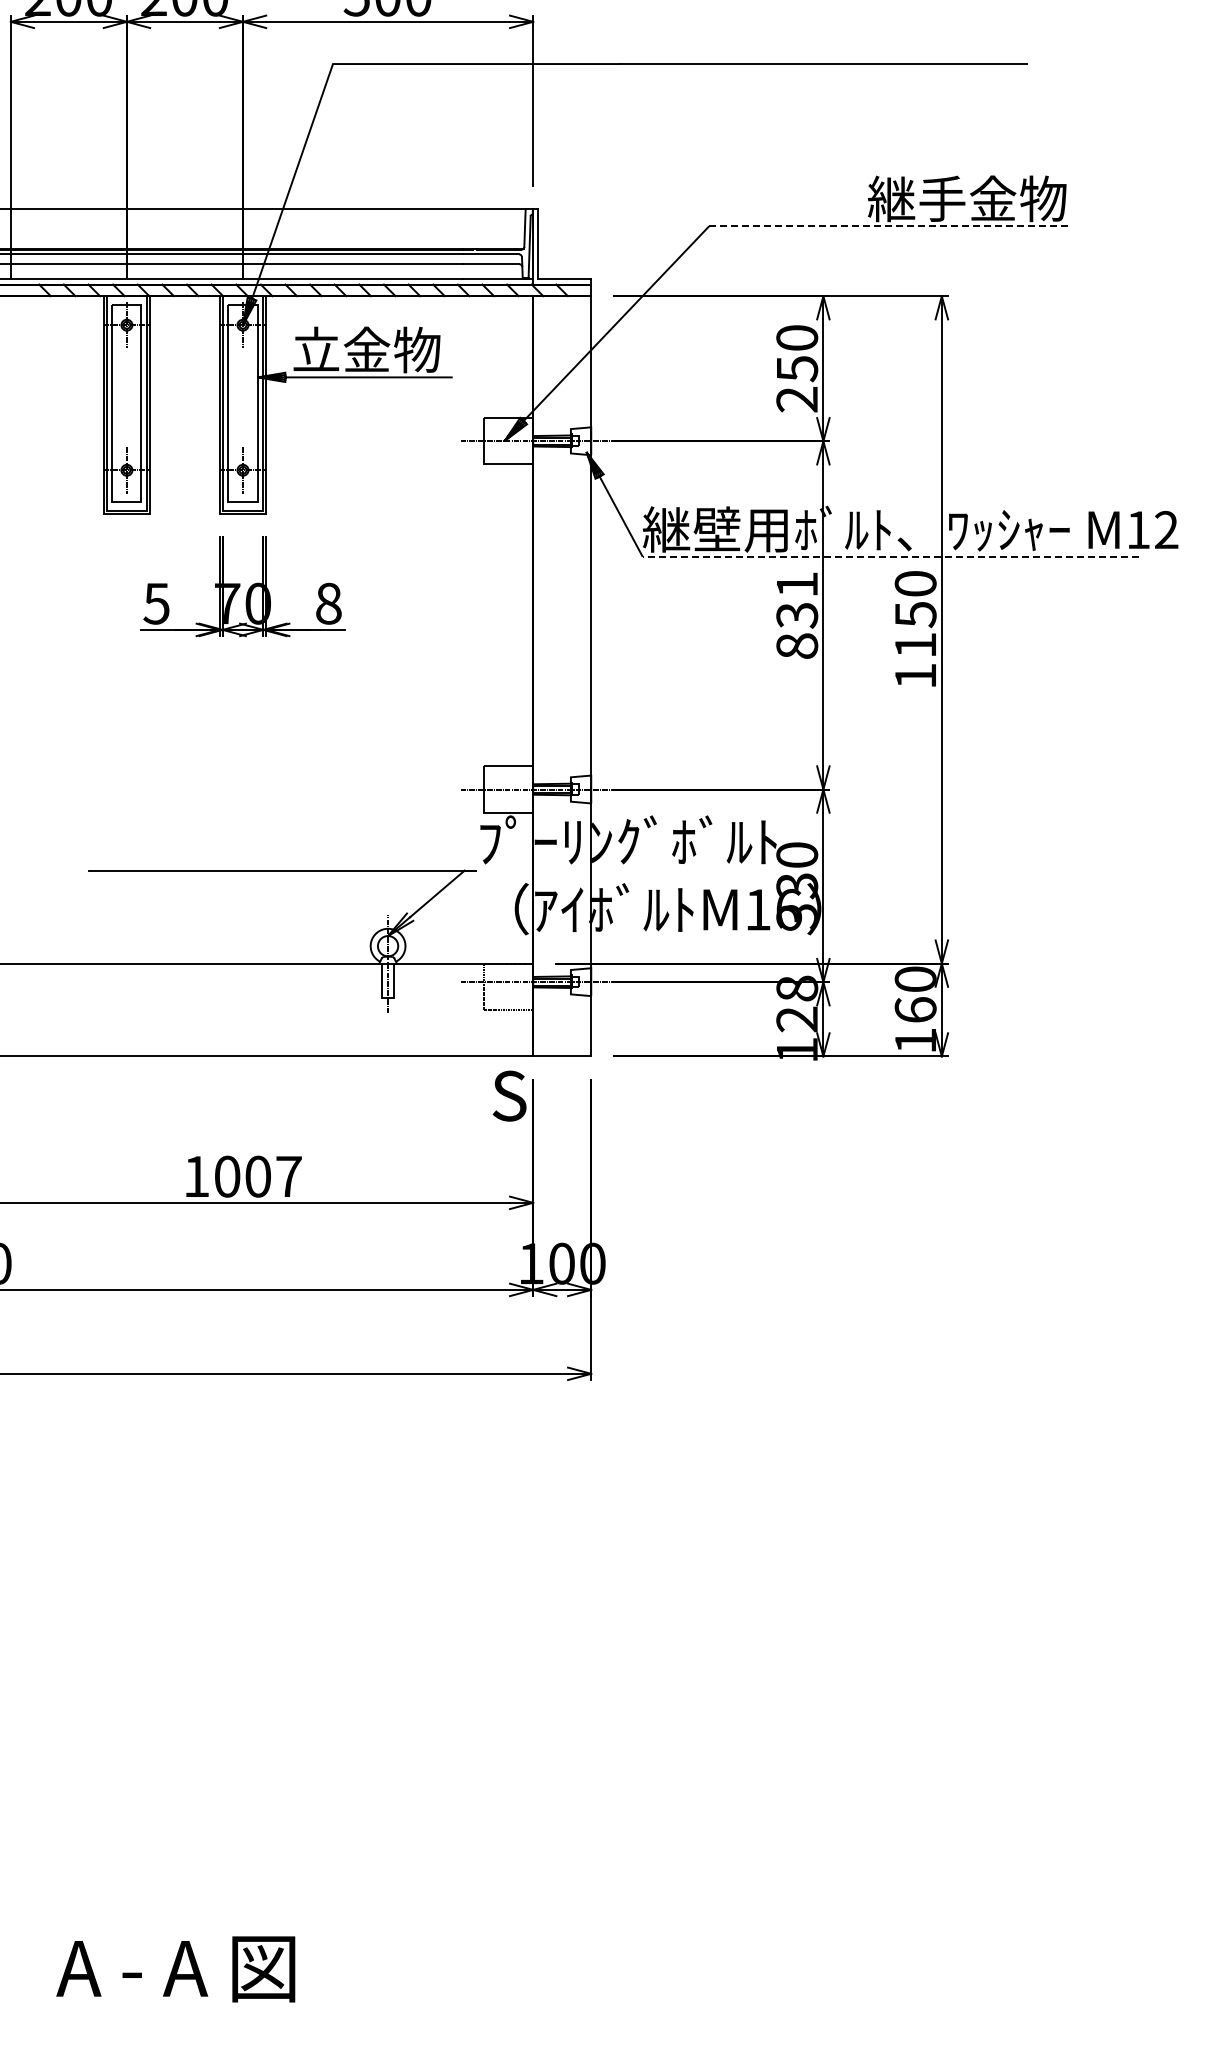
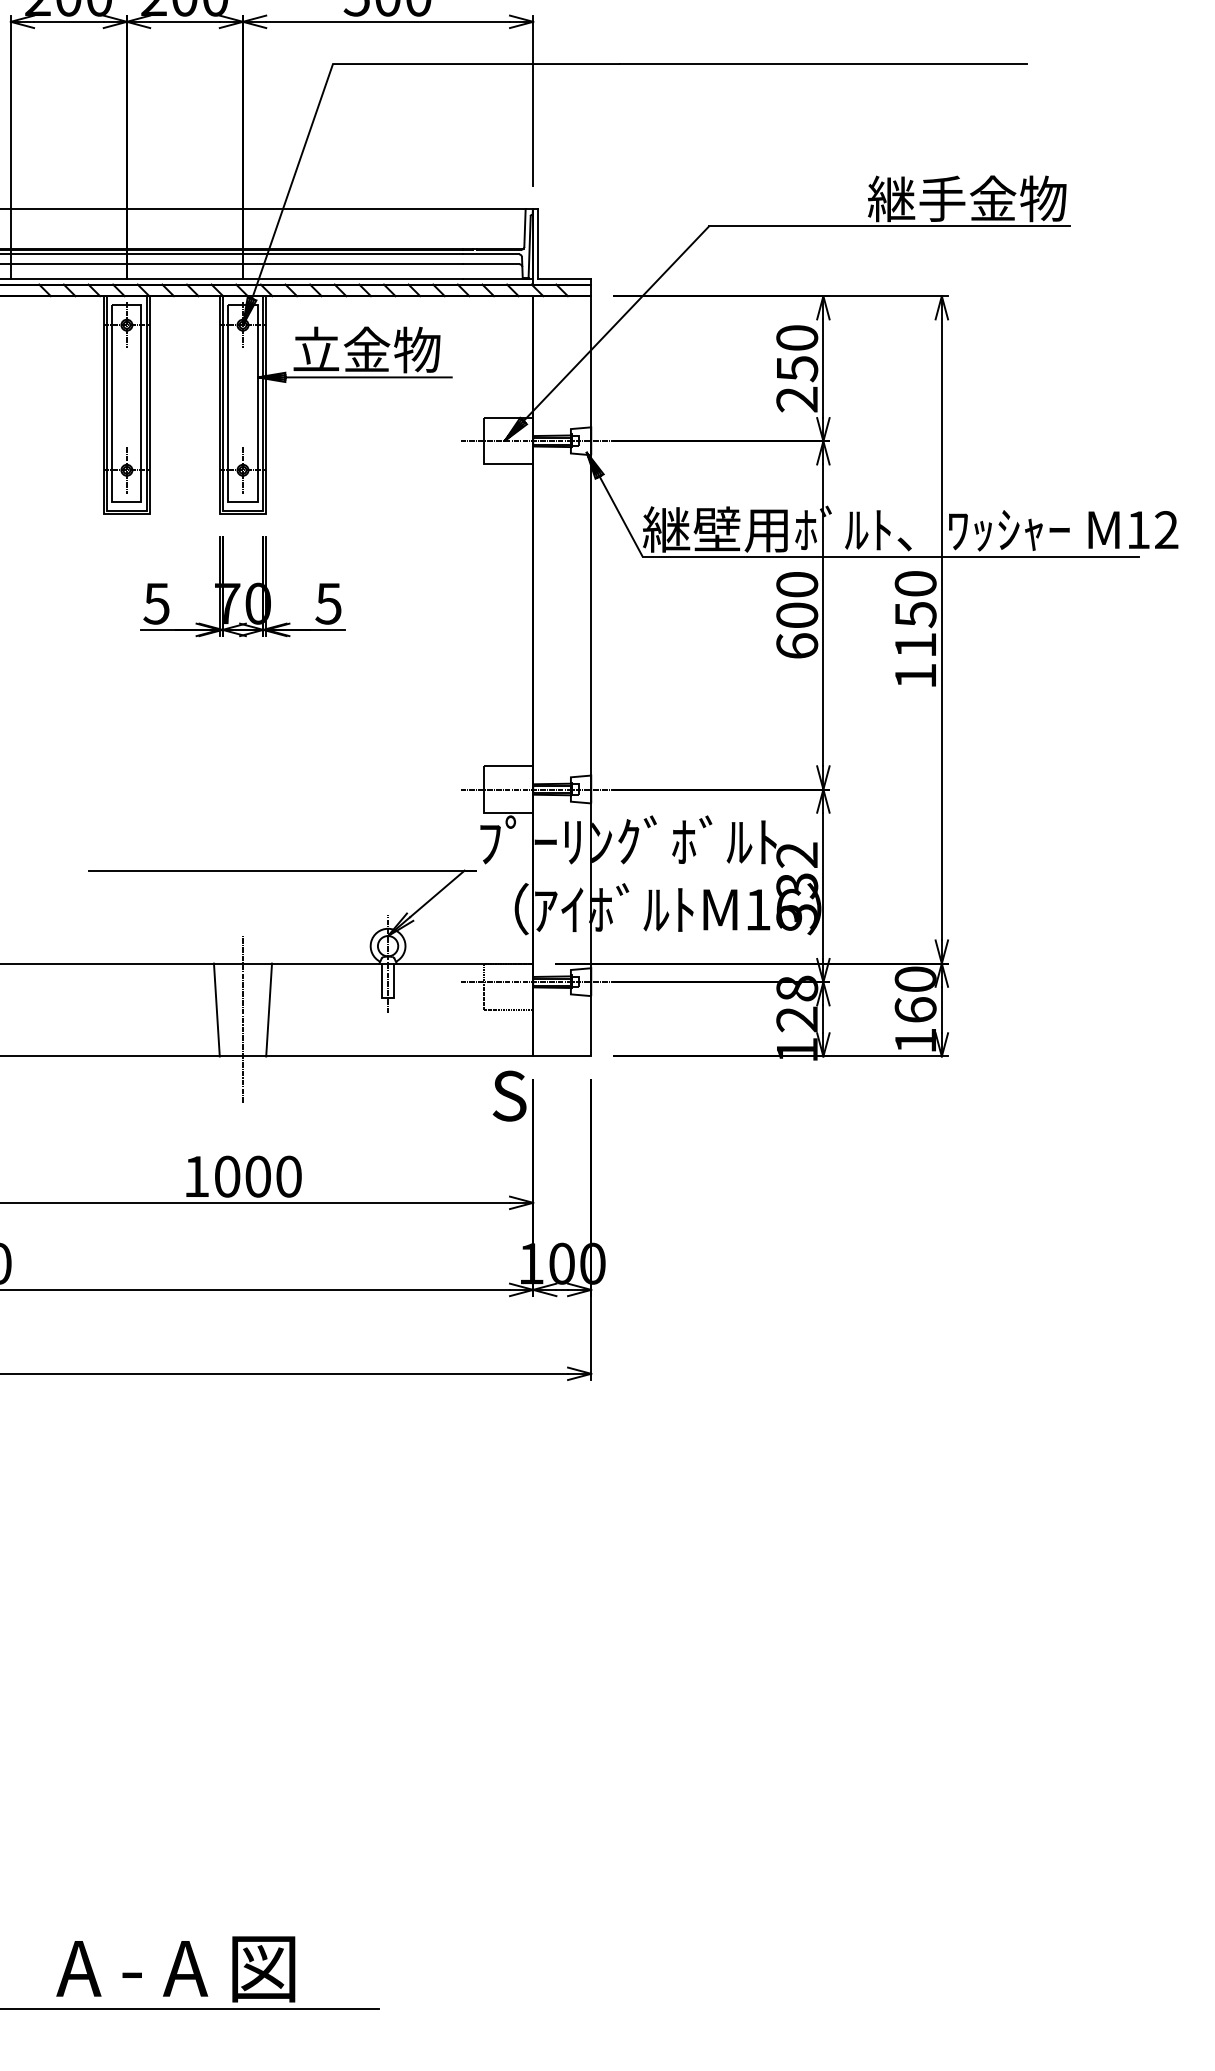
line at (890, 226): dashed -> solid
line at (890, 556): dashed -> solid
text at (328, 603): 8 -> 5
text at (797, 615): 831 -> 600
text at (797, 854): 330 -> 332
line at (216, 1009): none -> present
line at (269, 1009): none -> present
line at (243, 1018): none -> present
text at (288, 1176): 1007 -> 1000
line at (190, 2008): none -> present
